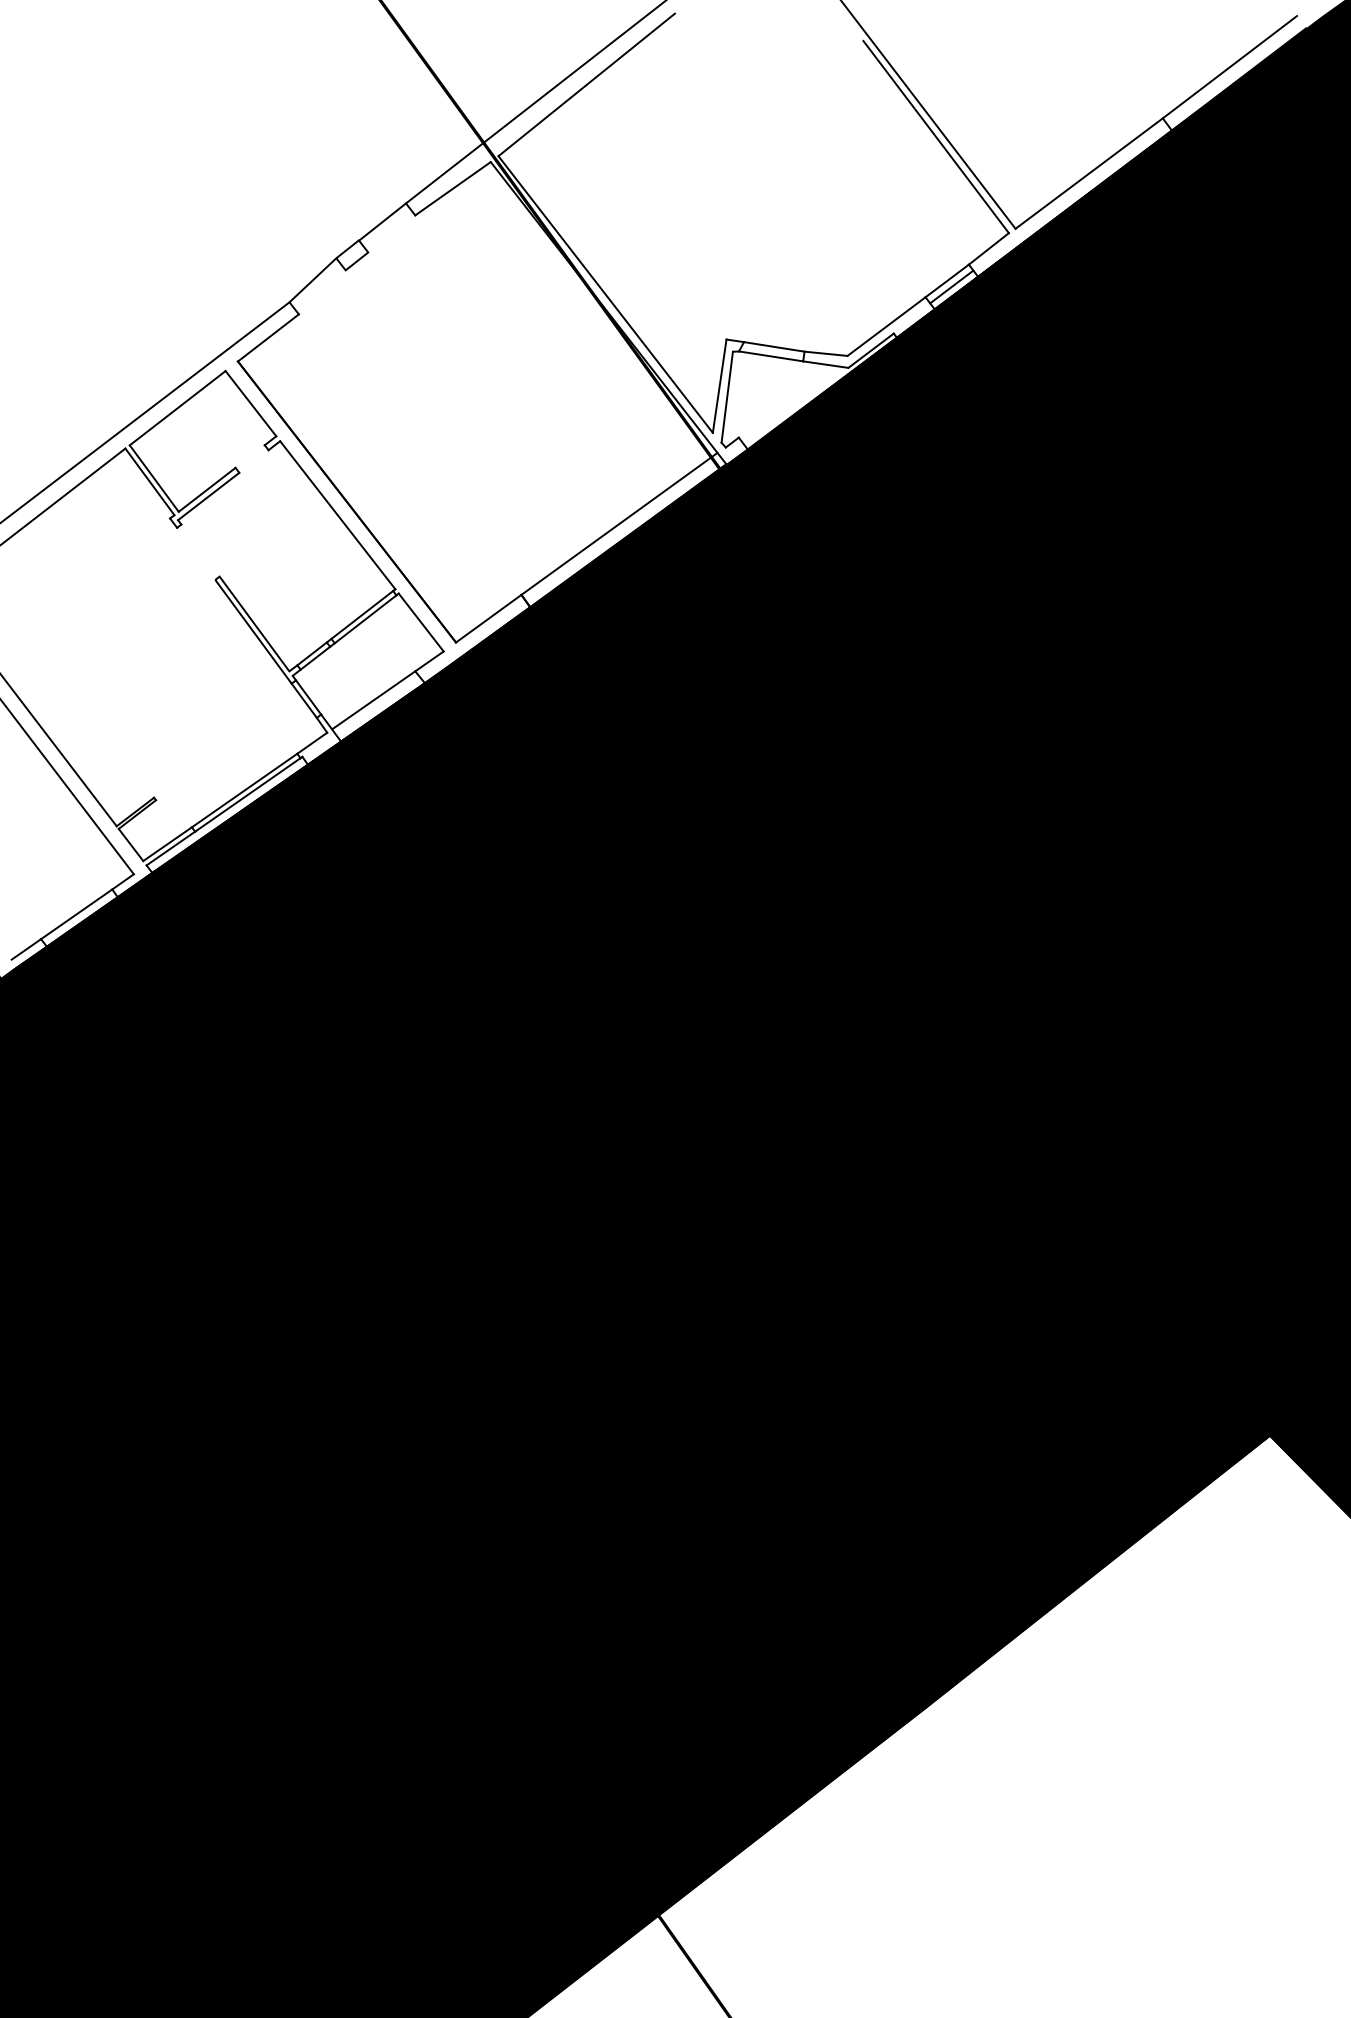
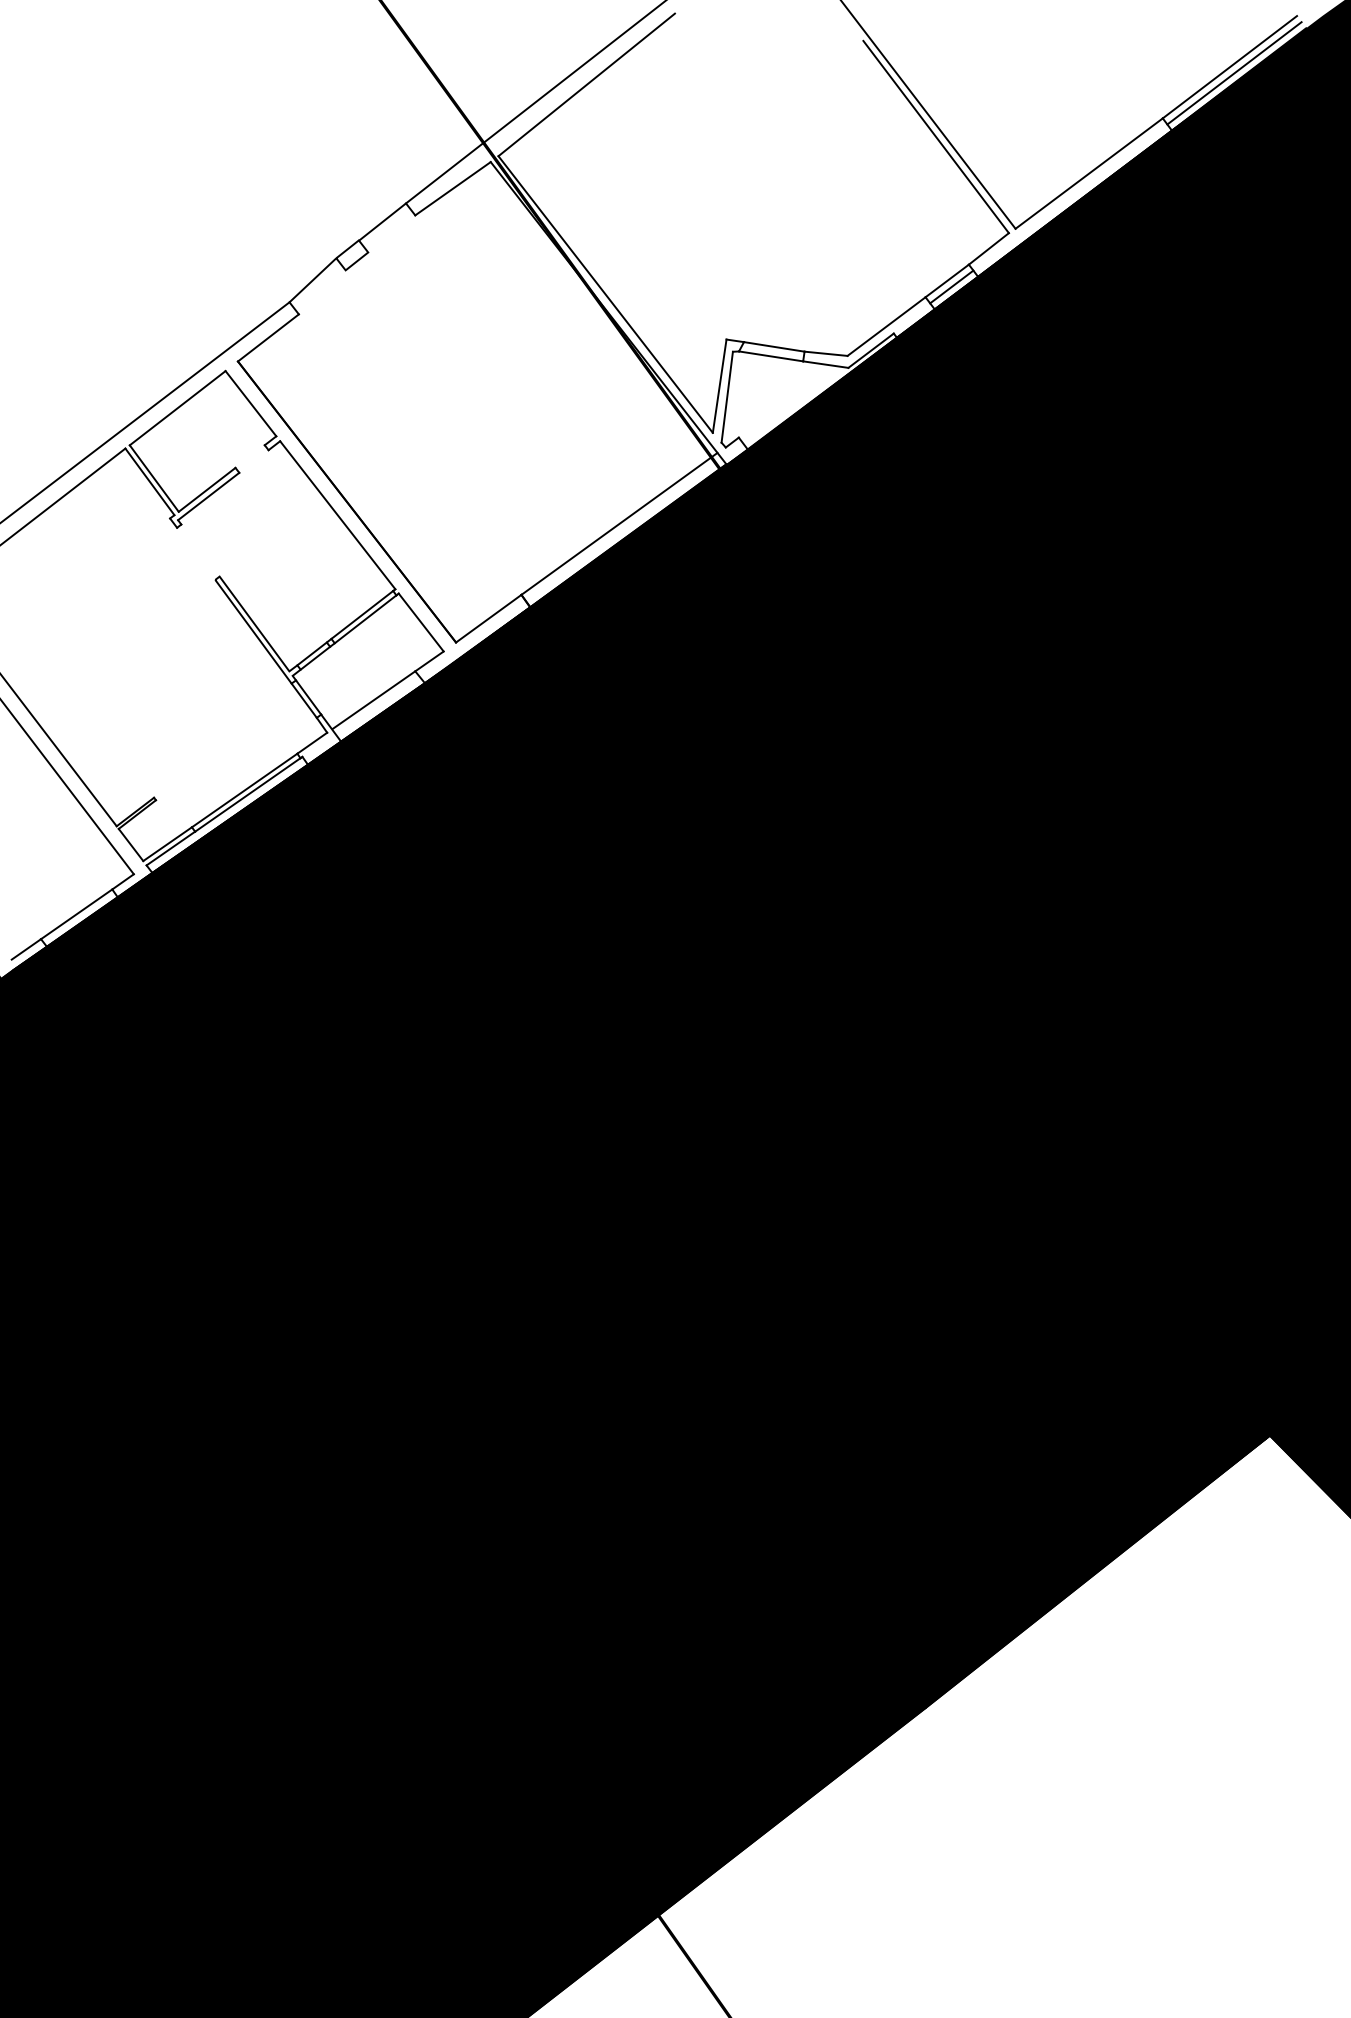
line at (1234, 73): none -> present
